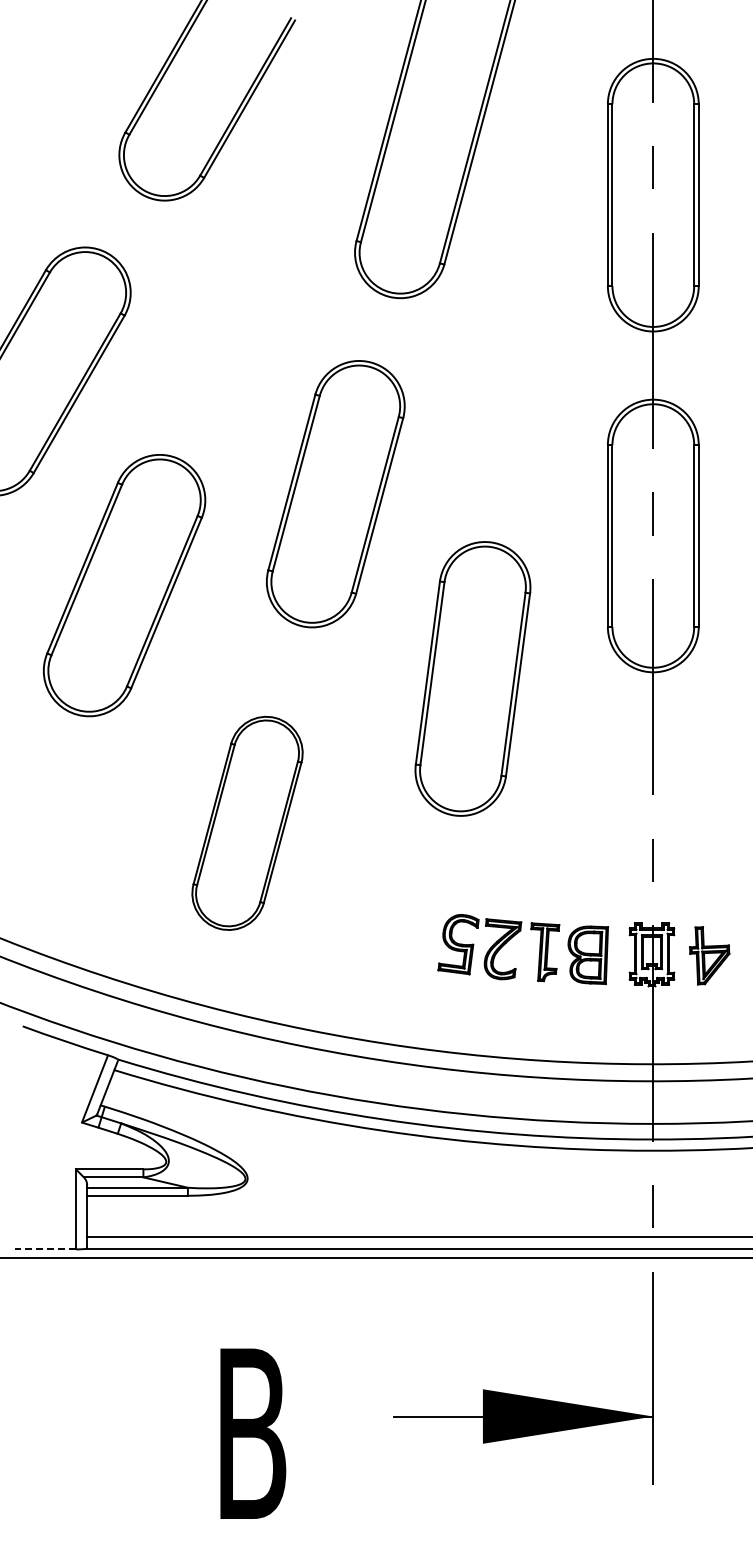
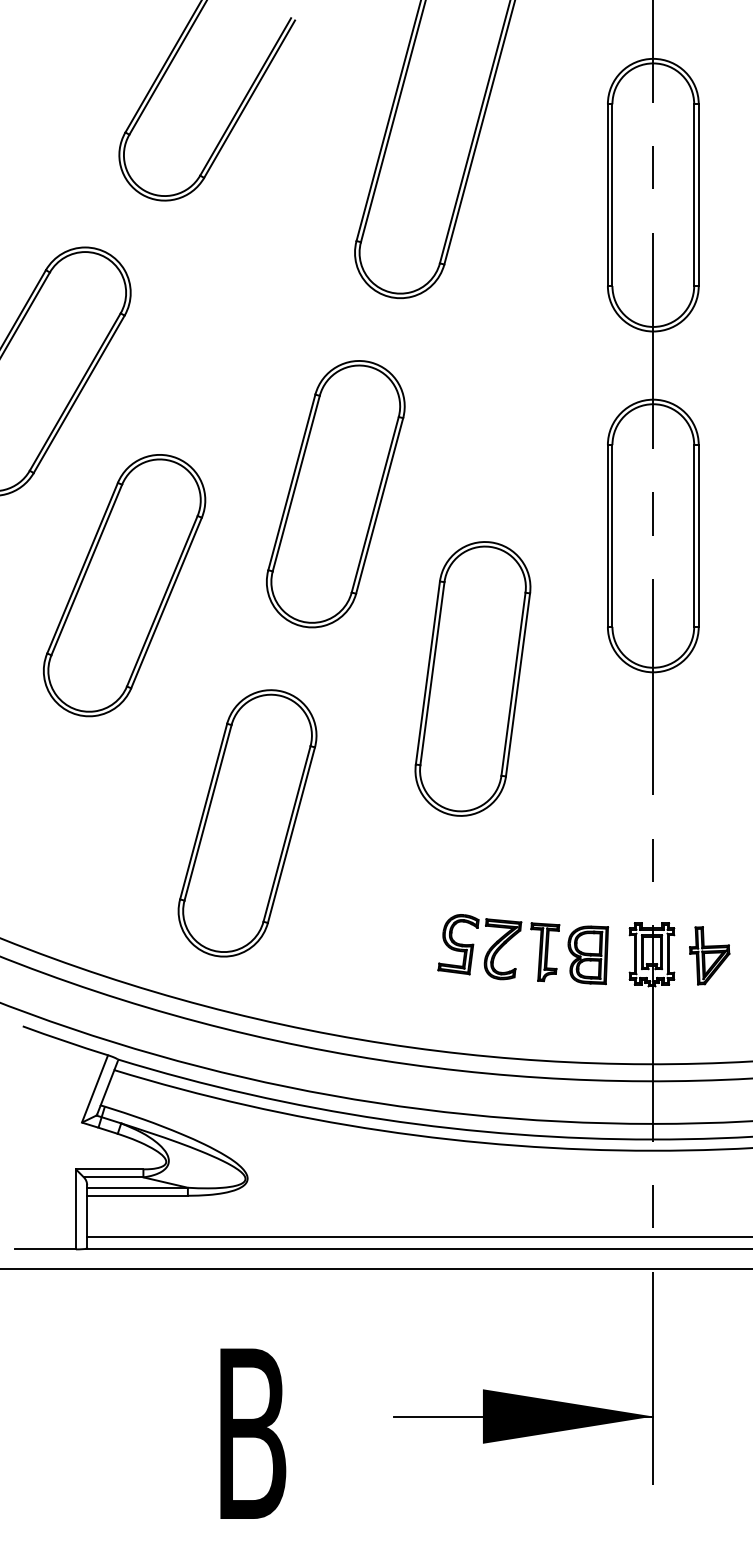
part at (247, 822) size: 113x216 px -> 141x269 px
line at (44, 1249): dashed -> solid
line at (375, 1257) position: (375, 1257) -> (375, 1268)
